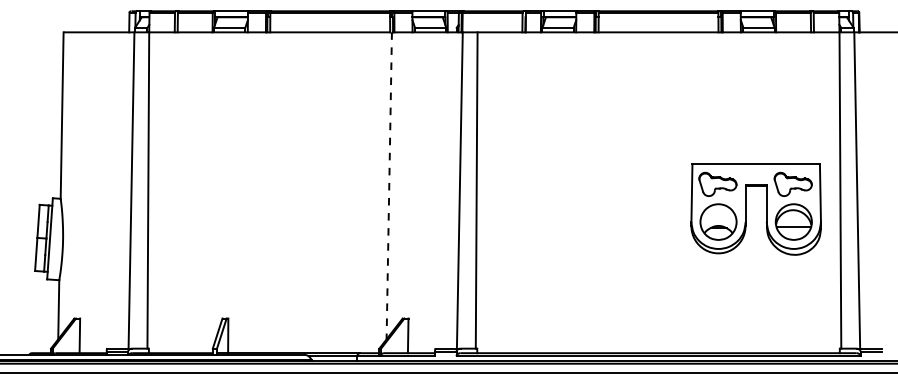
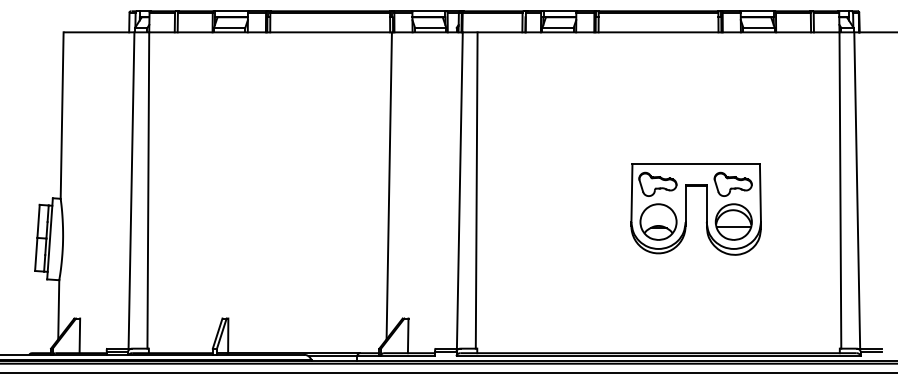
line at (389, 185): dashed -> solid
part at (746, 209) position: (746, 209) -> (686, 209)
